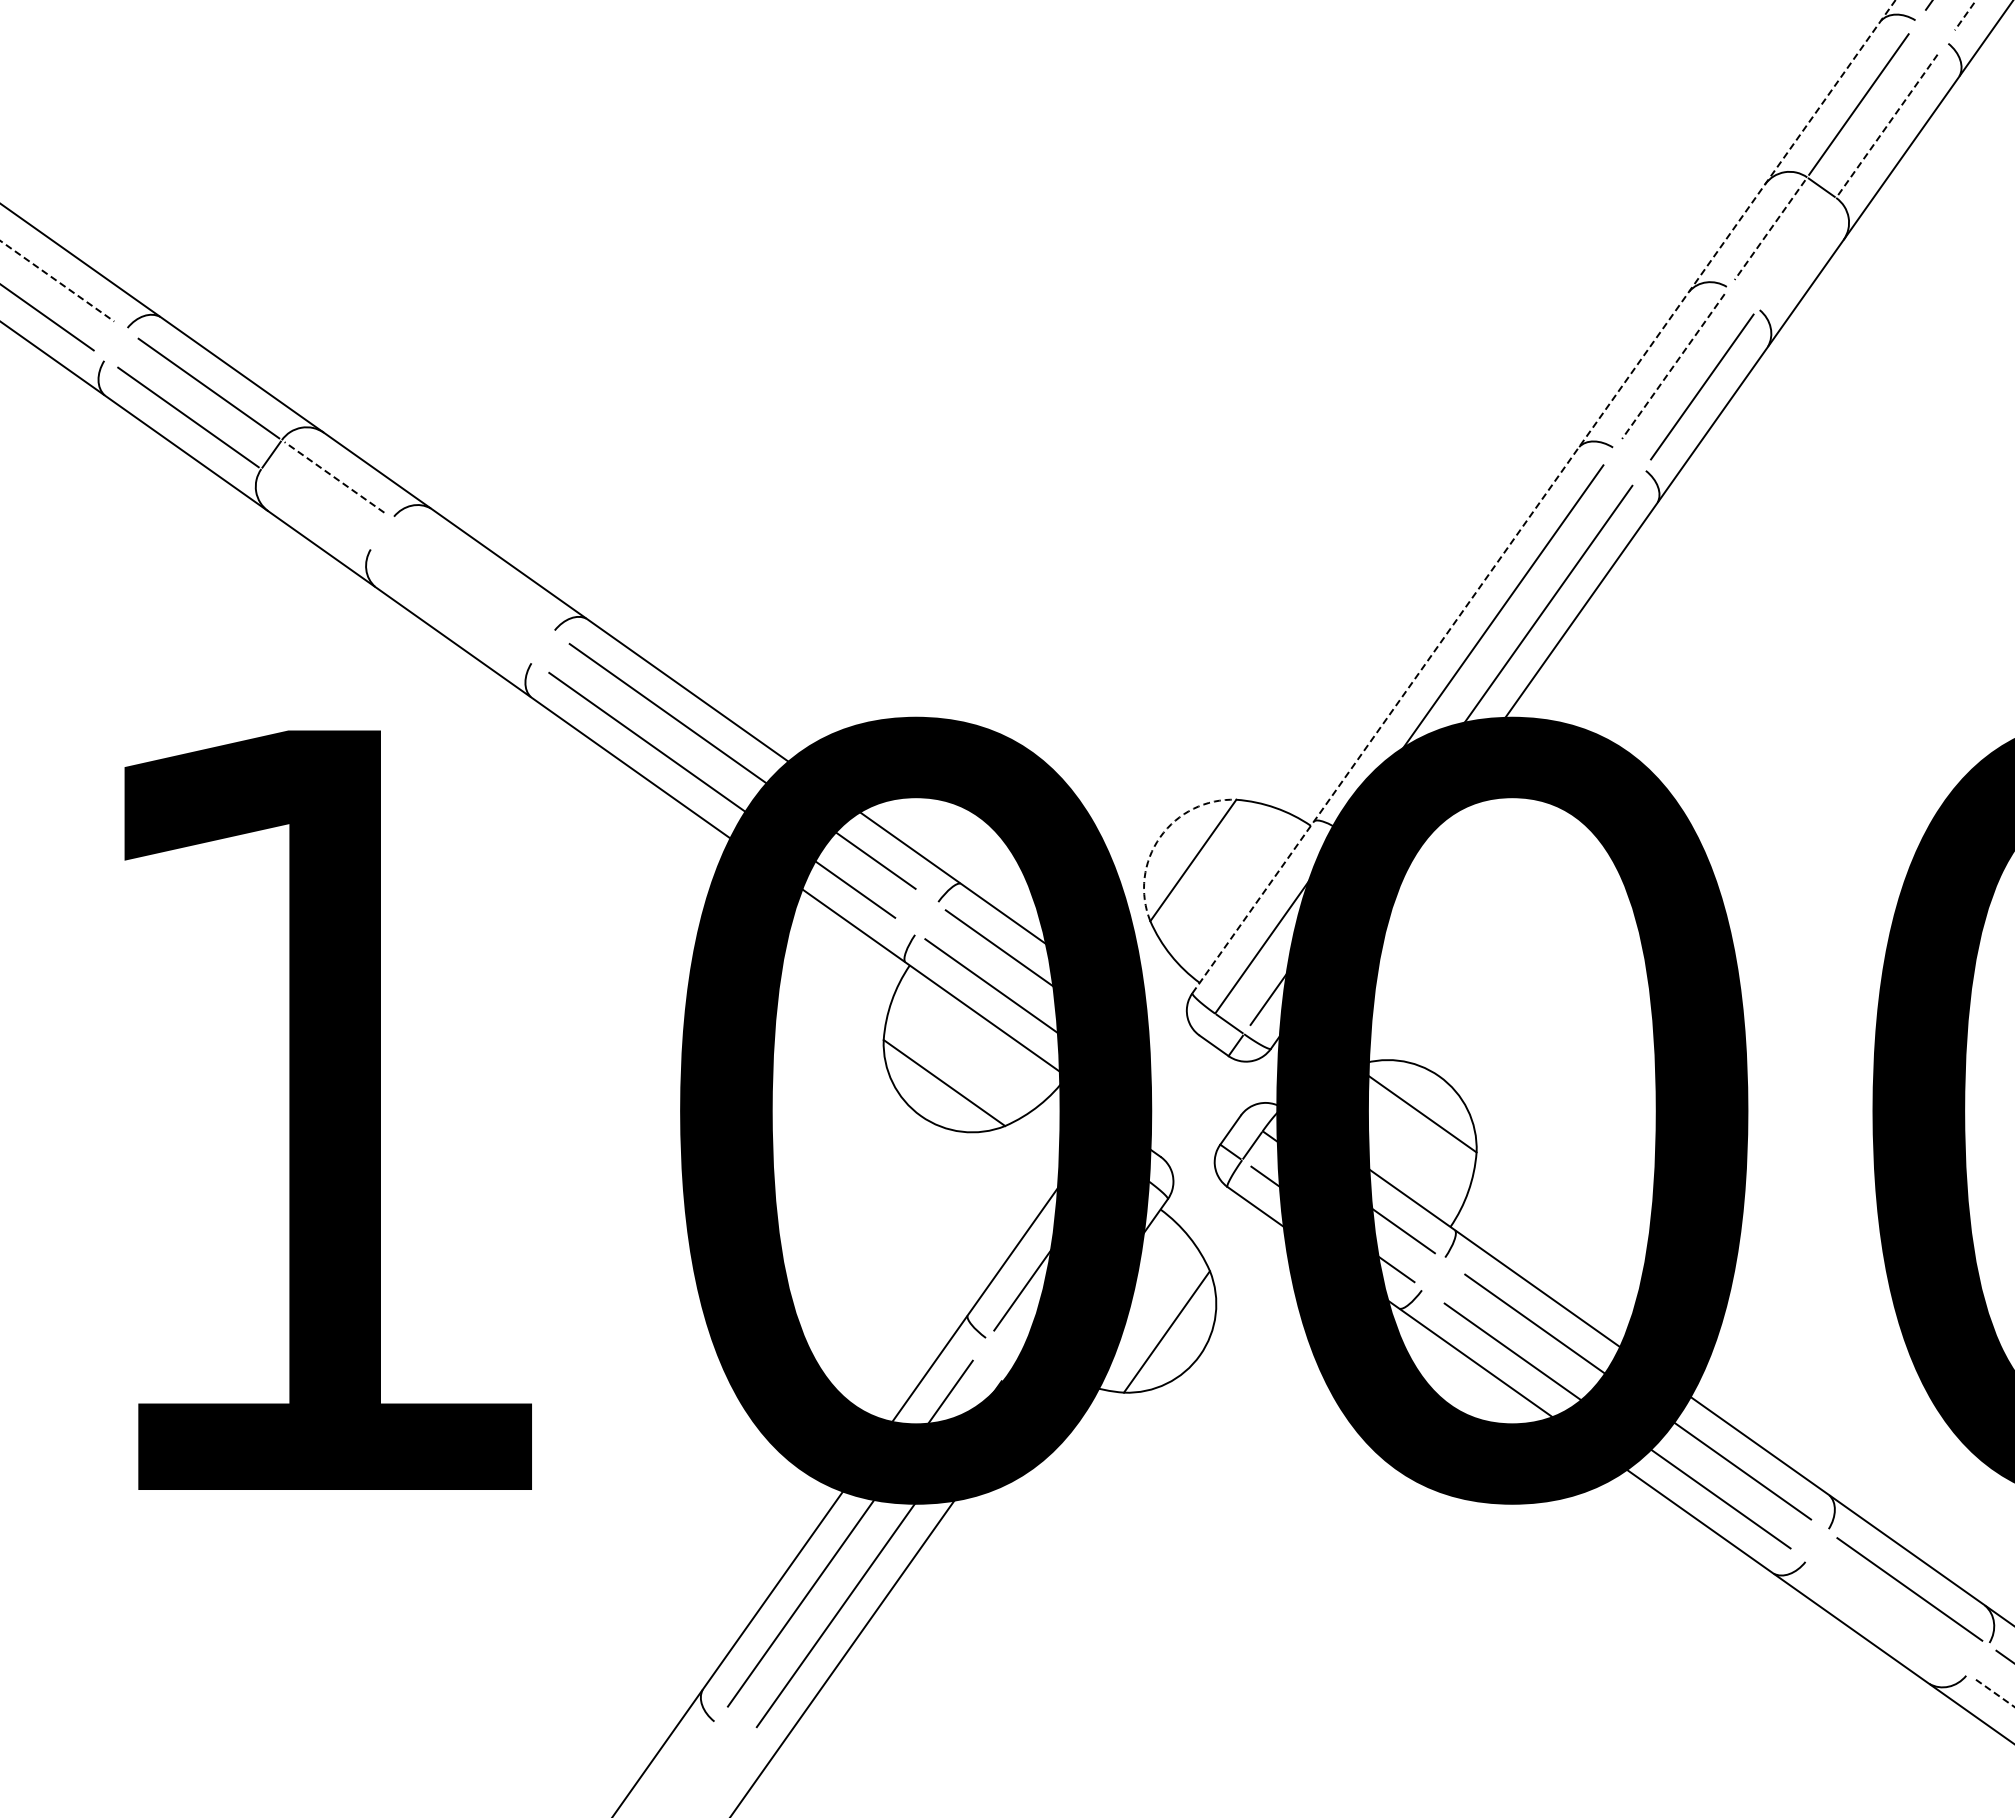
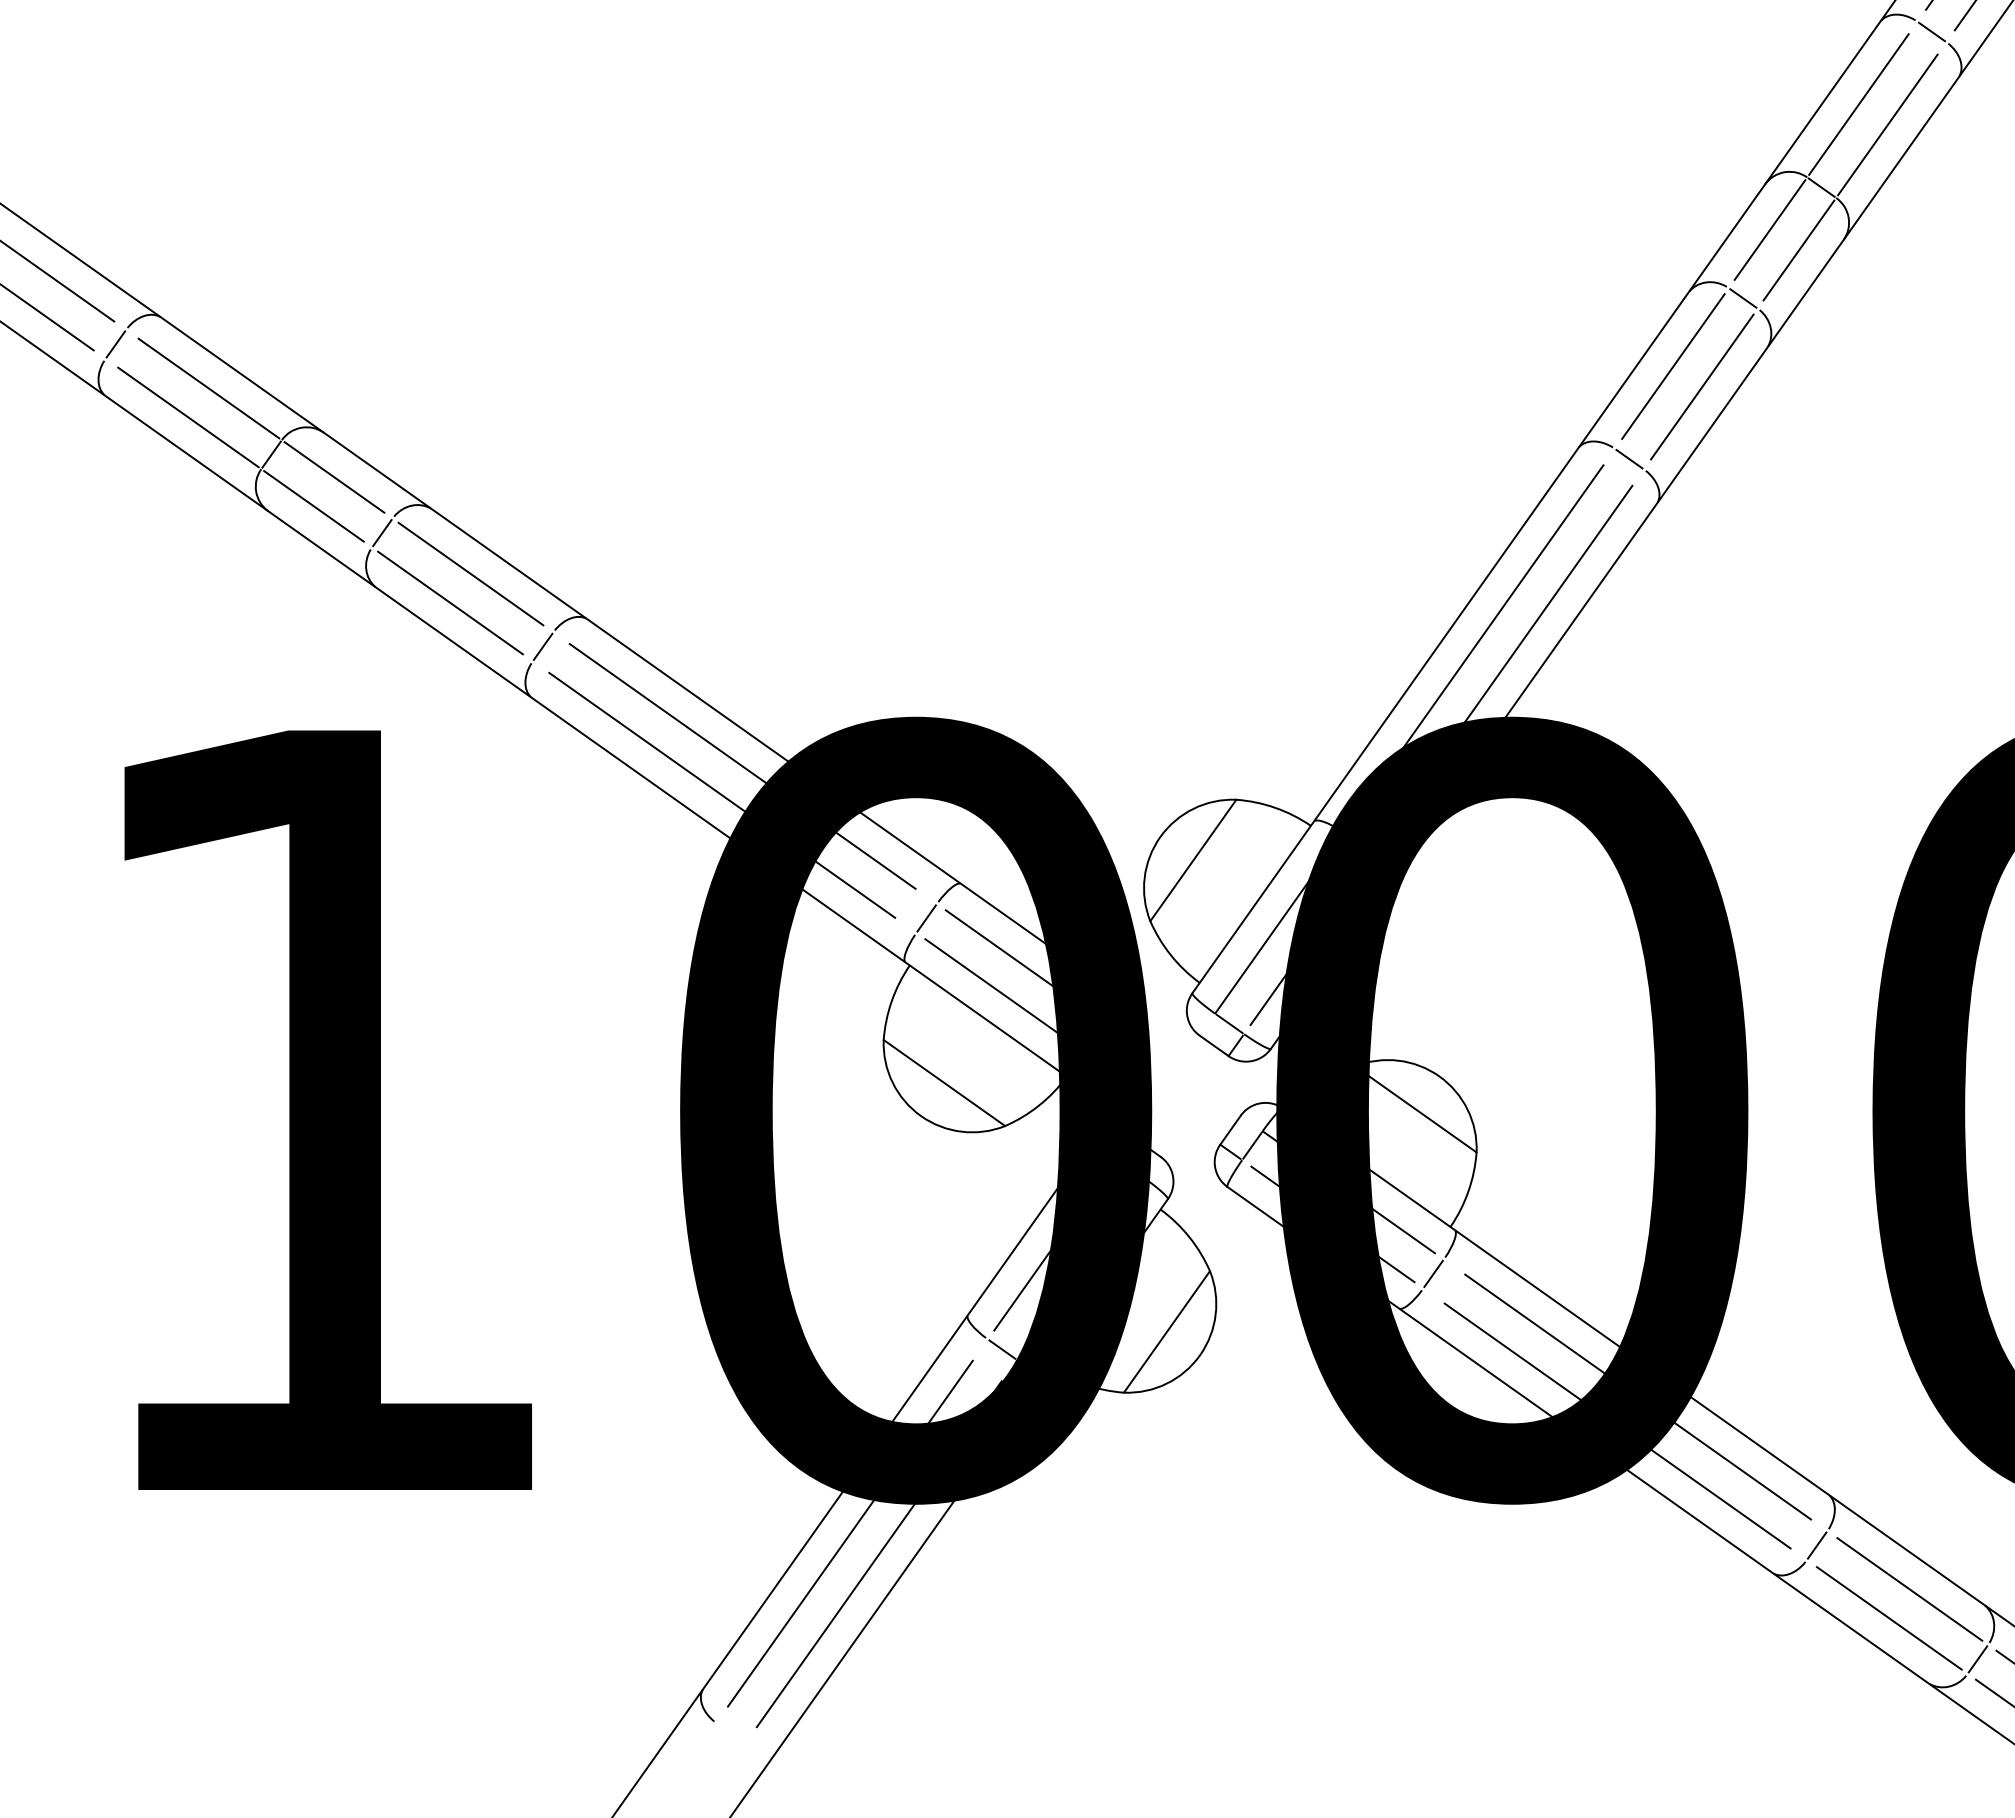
line at (1965, 15): dashed -> solid
line at (1931, 31): none -> present
line at (1887, 125): dashed -> solid
line at (1769, 230): dashed -> solid
line at (1798, 250): none -> present
line at (57, 281): dashed -> solid
line at (1743, 298): none -> present
line at (115, 344): none -> present
line at (1673, 366): dashed -> solid
line at (1629, 458): none -> present
line at (334, 477): dashed -> solid
line at (1544, 496): dashed -> solid
line at (313, 506): none -> present
line at (382, 533): none -> present
line at (470, 573): none -> present
line at (450, 602): none -> present
line at (542, 646): none -> present
arc at (1160, 837): dashed -> solid
line at (926, 918): none -> present
line at (1433, 1273): none -> present
line at (1002, 1349): none -> present
line at (1816, 1545): none -> present
line at (1888, 1618): none -> present
line at (1977, 1659): none -> present
line at (1995, 1693): dashed -> solid
